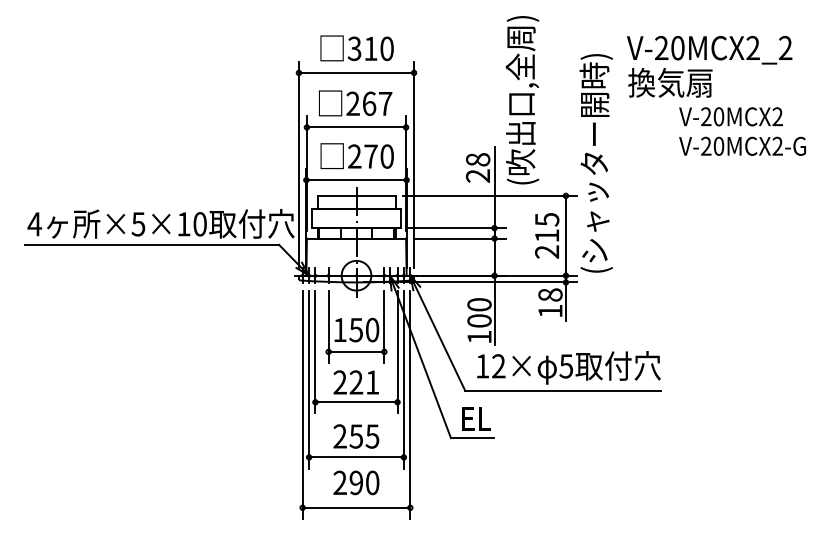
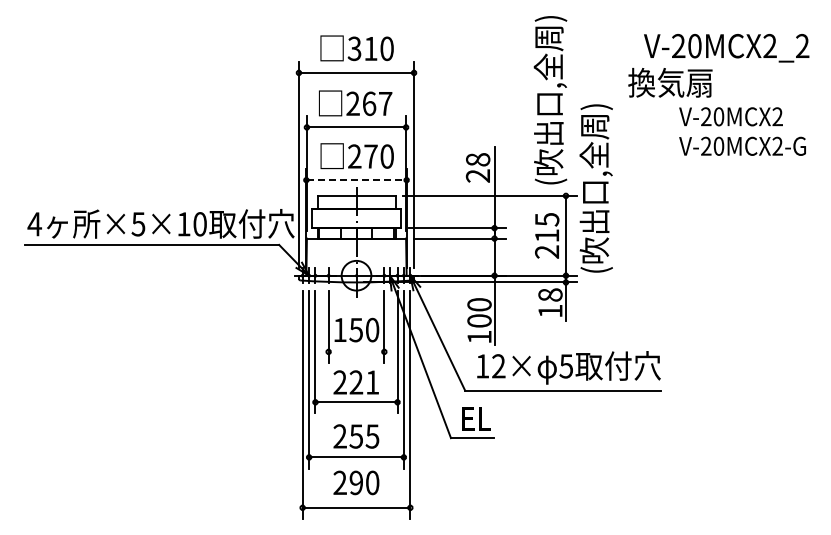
text at (709, 50) position: (709, 50) -> (726, 48)
text at (522, 100) position: (522, 100) -> (550, 100)
text at (595, 158): (シャッター開時) -> (吹出口,全周)
line at (357, 180): solid -> dashed
line at (356, 351): present -> none
